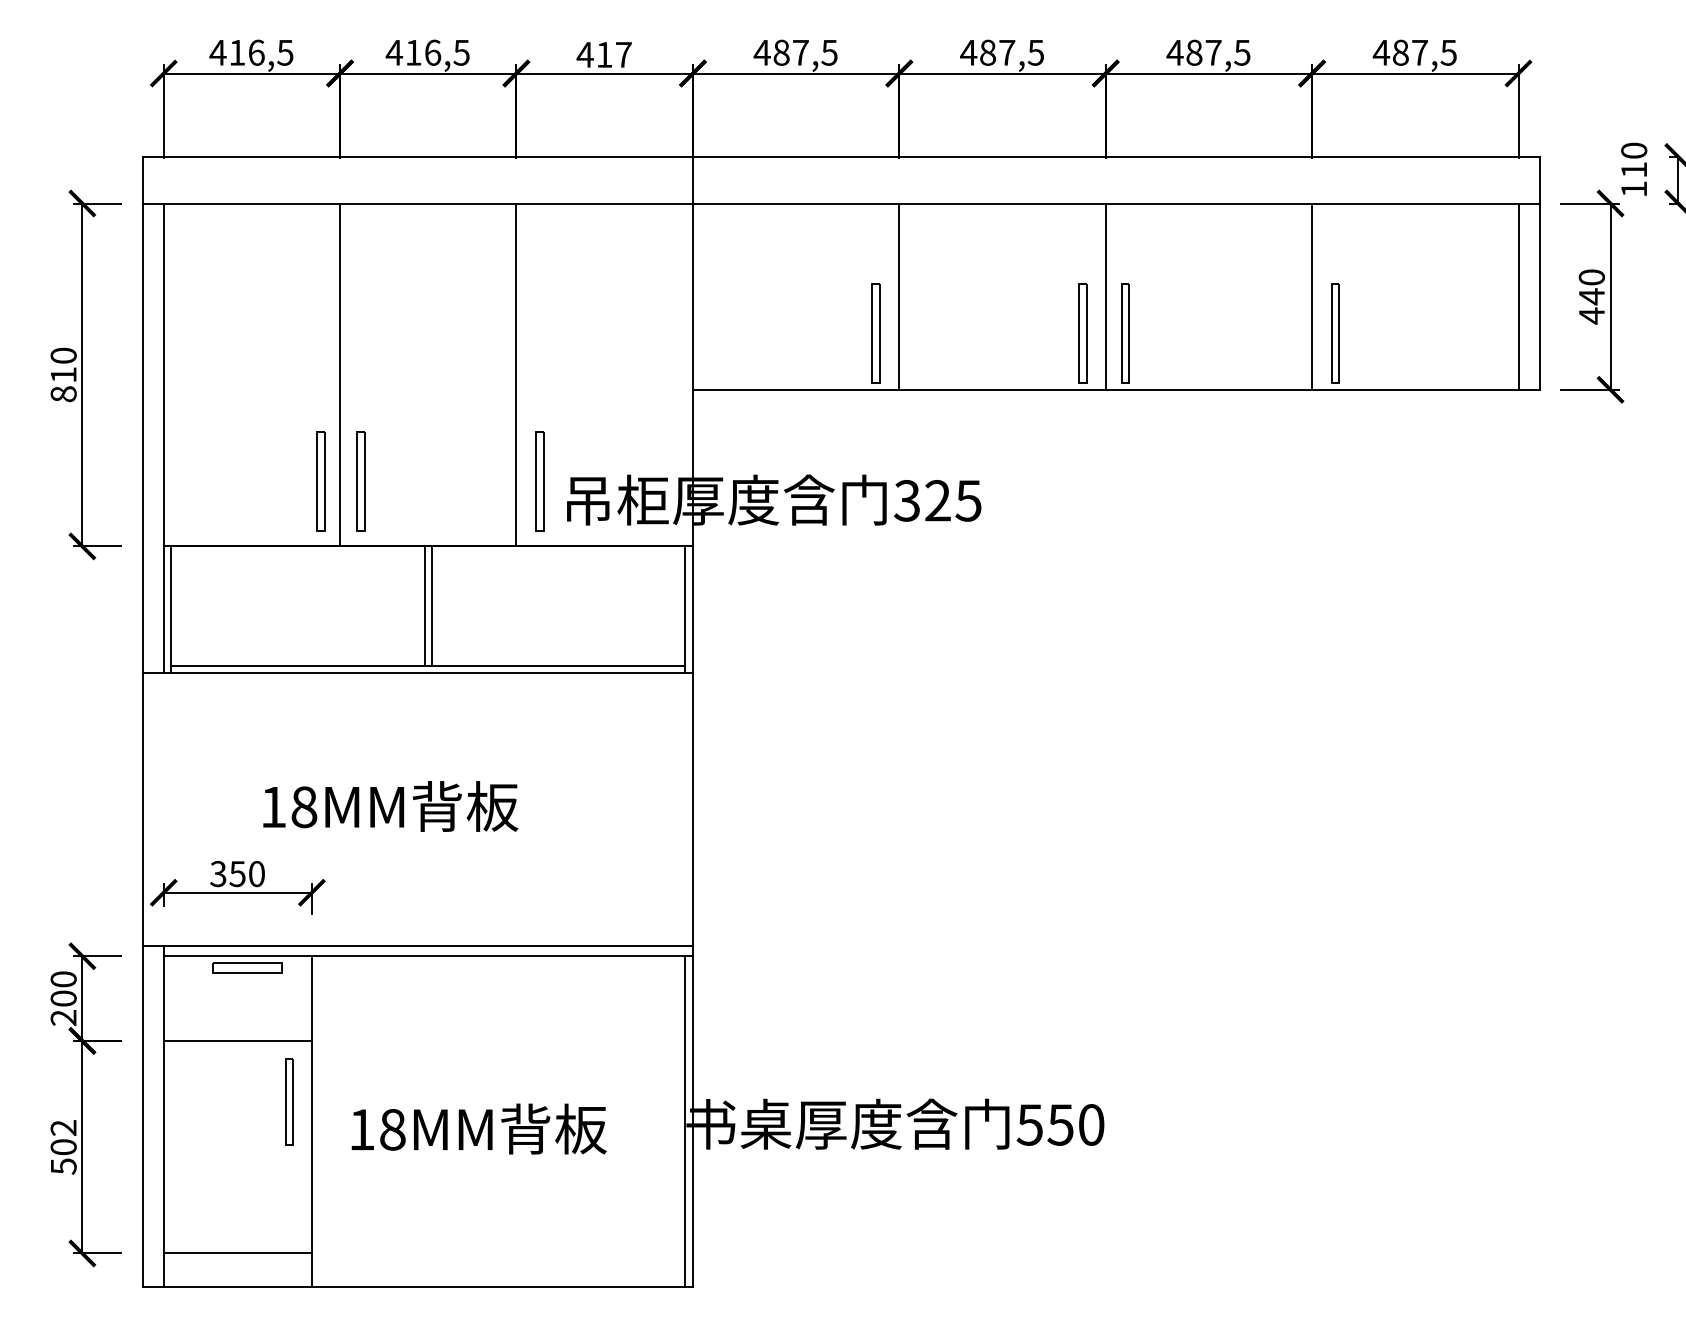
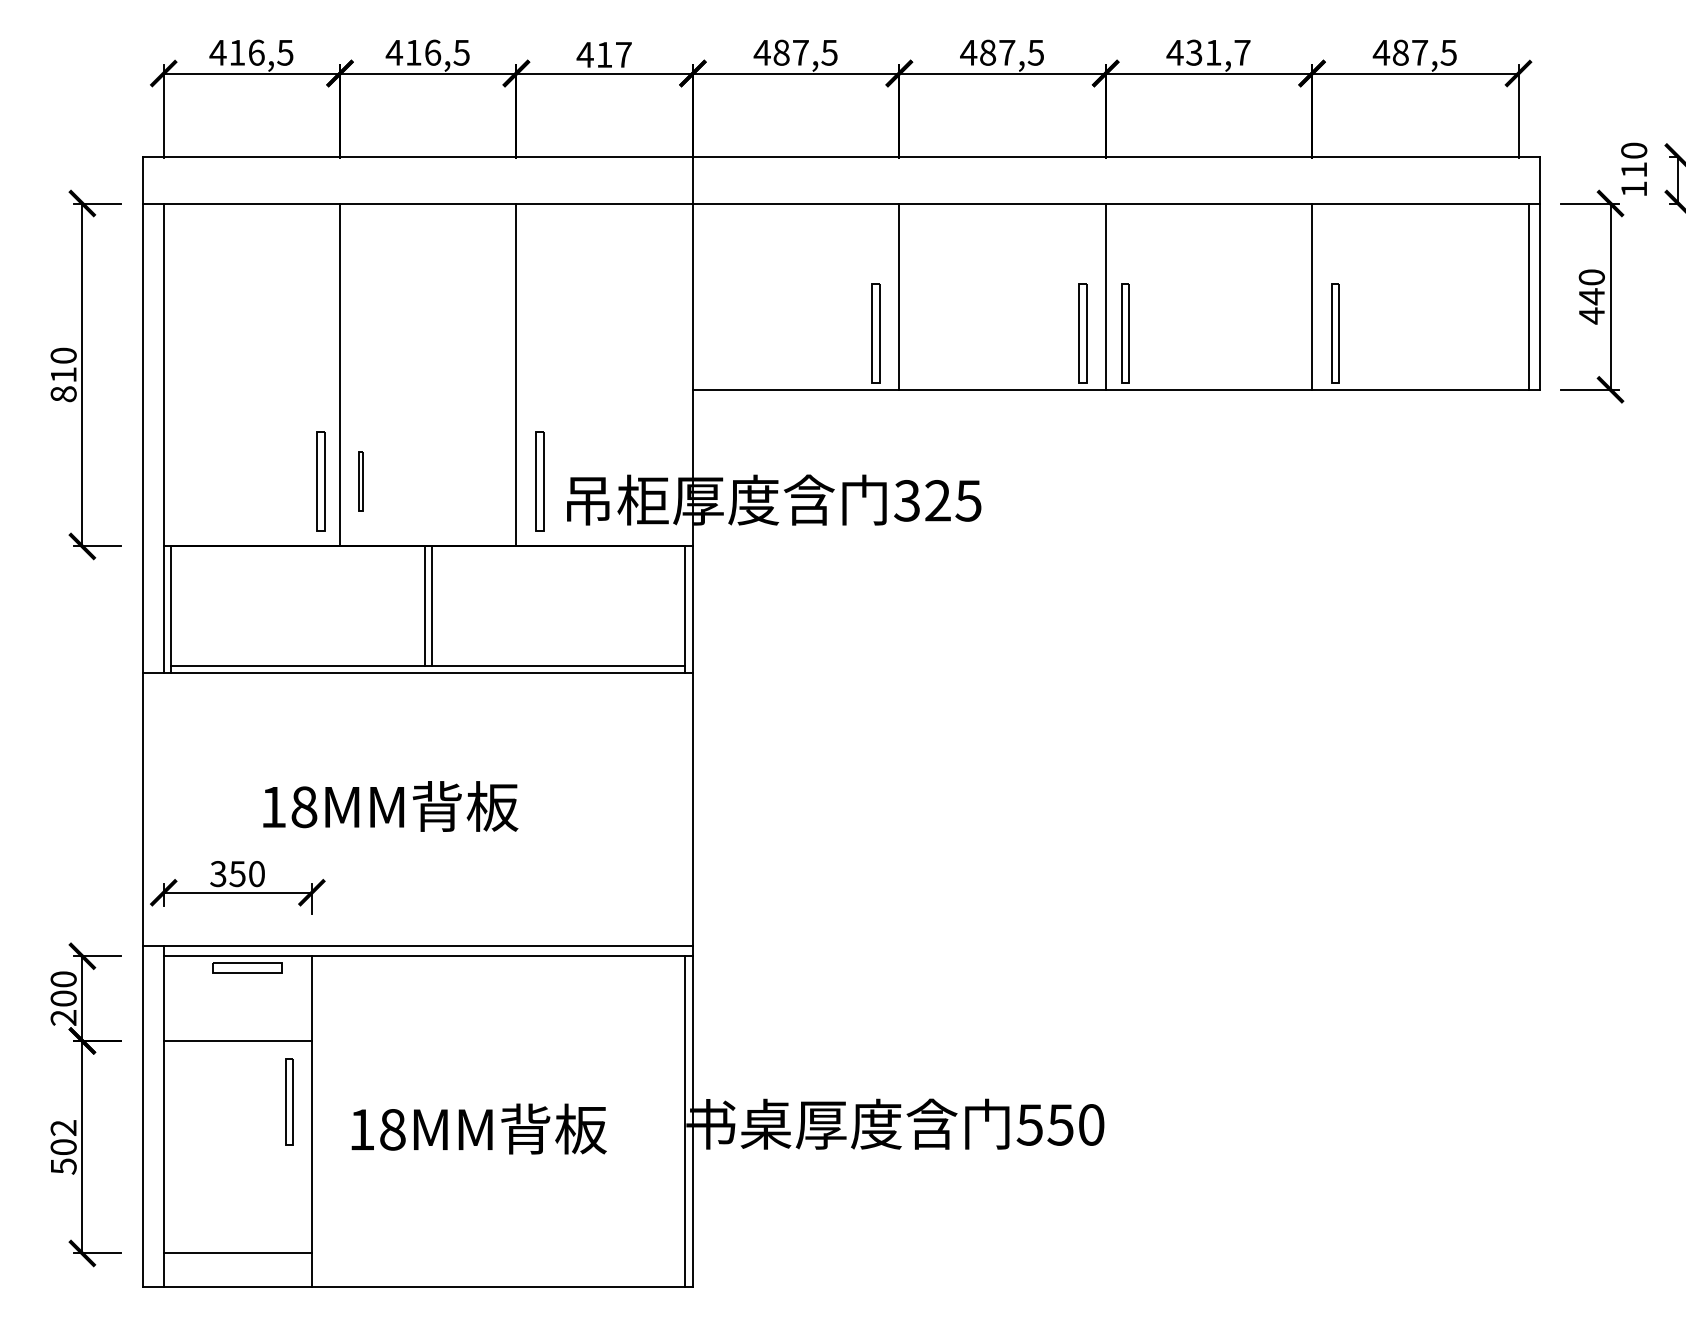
text at (1218, 52): 487,5 -> 431,7
line at (1518, 296) position: (1518, 296) -> (1528, 296)
part at (360, 481) size: 10x101 px -> 6x61 px
